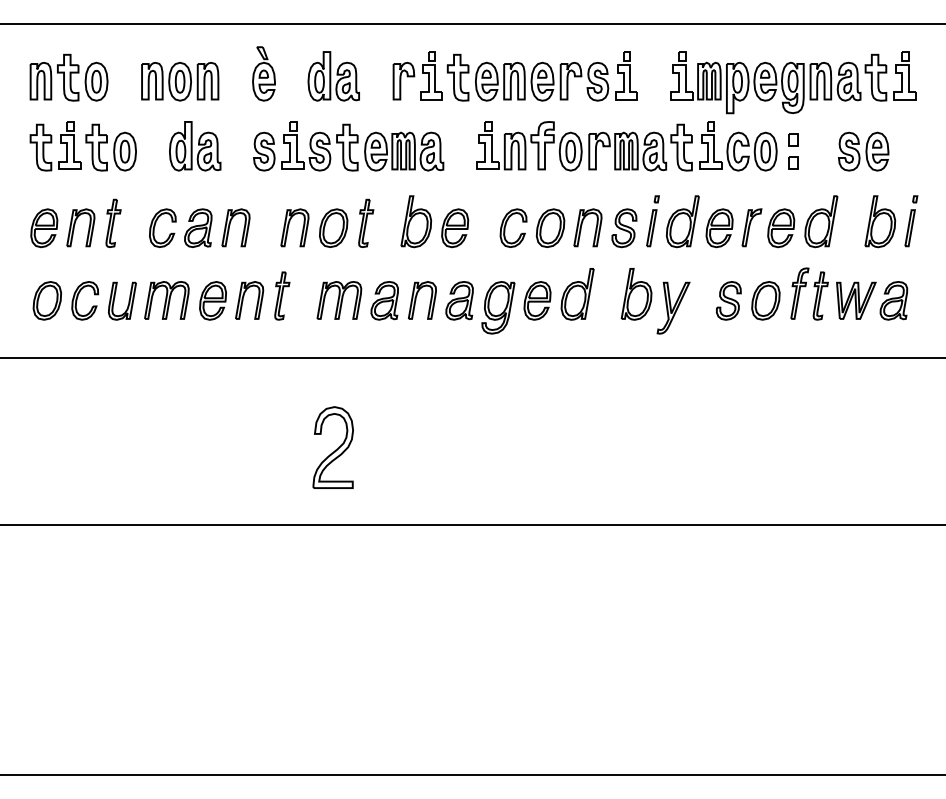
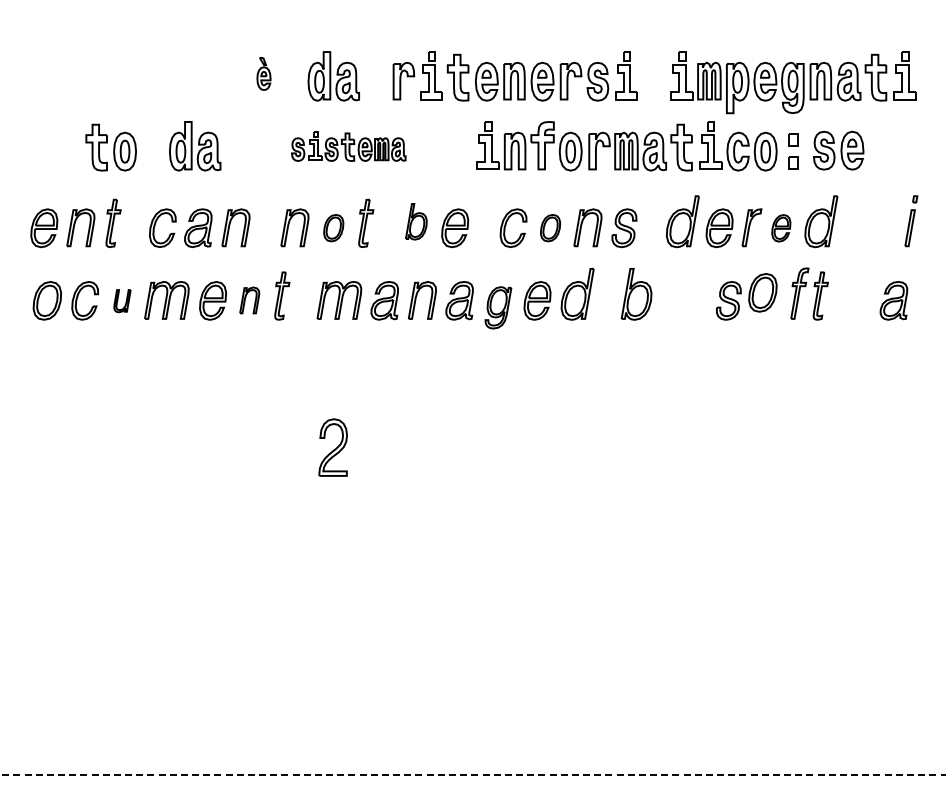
line at (472, 24): present -> none
part at (263, 73) size: 24x56 px -> 16x34 px
part at (68, 77): present -> none
part at (180, 81): present -> none
part at (55, 146): present -> none
part at (348, 146) size: 192x51 px -> 116x31 px
part at (863, 151) position: (863, 151) -> (838, 150)
part at (416, 221) size: 33x54 px -> 23x38 px
part at (652, 221): present -> none
part at (880, 221): present -> none
part at (333, 227) size: 30x40 px -> 22x29 px
part at (550, 227) size: 31x40 px -> 22x29 px
part at (781, 228) size: 29x41 px -> 21x29 px
part at (122, 300) size: 29x40 px -> 19x25 px
part at (249, 300) size: 30x39 px -> 22x29 px
part at (765, 300) position: (765, 300) -> (762, 292)
part at (856, 300): present -> none
part at (498, 307) size: 35x54 px -> 29x44 px
part at (673, 307): present -> none
line at (472, 357): present -> none
part at (332, 447) size: 42x83 px -> 30x59 px
line at (472, 524): present -> none
line at (474, 774): solid -> dashed
